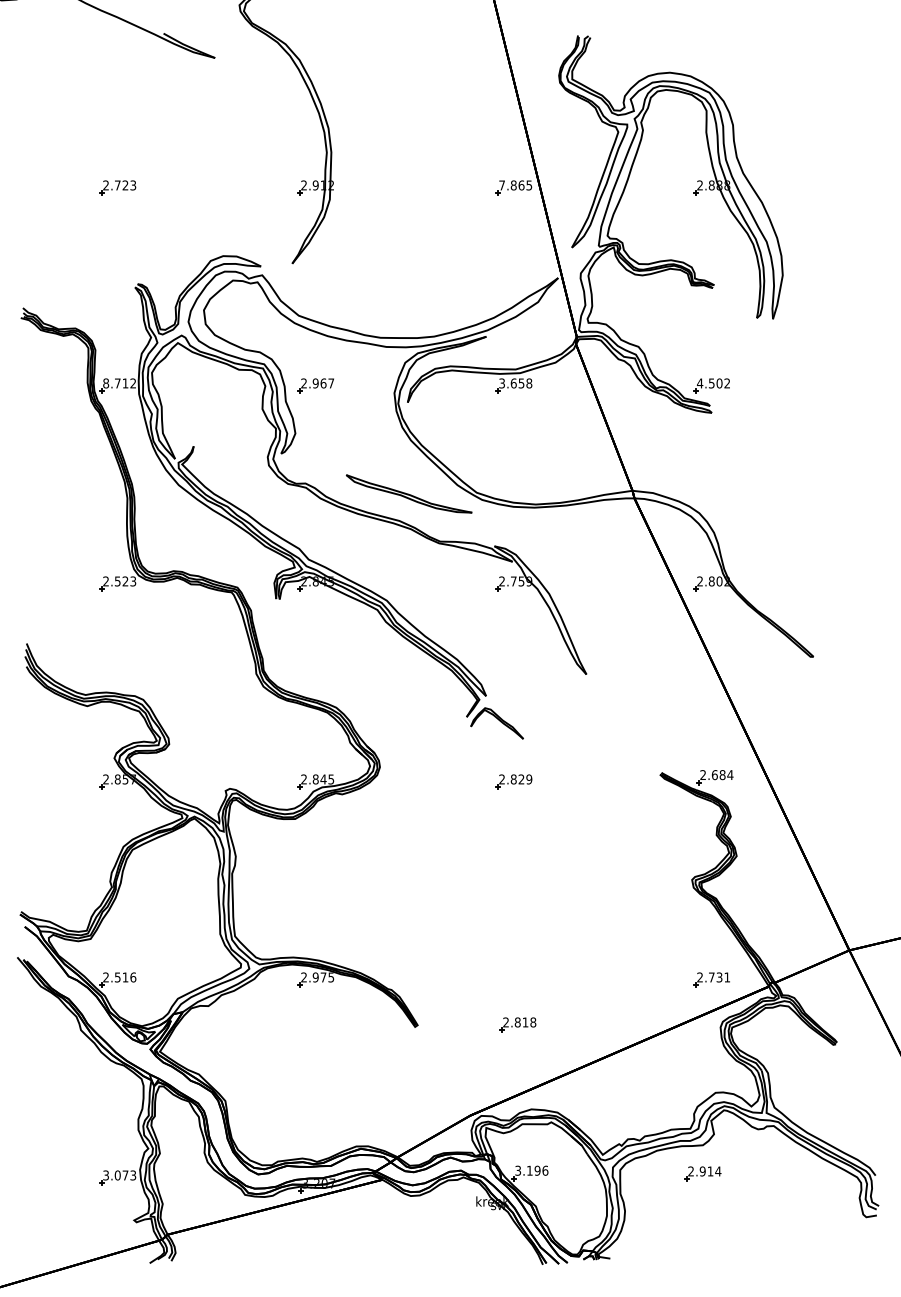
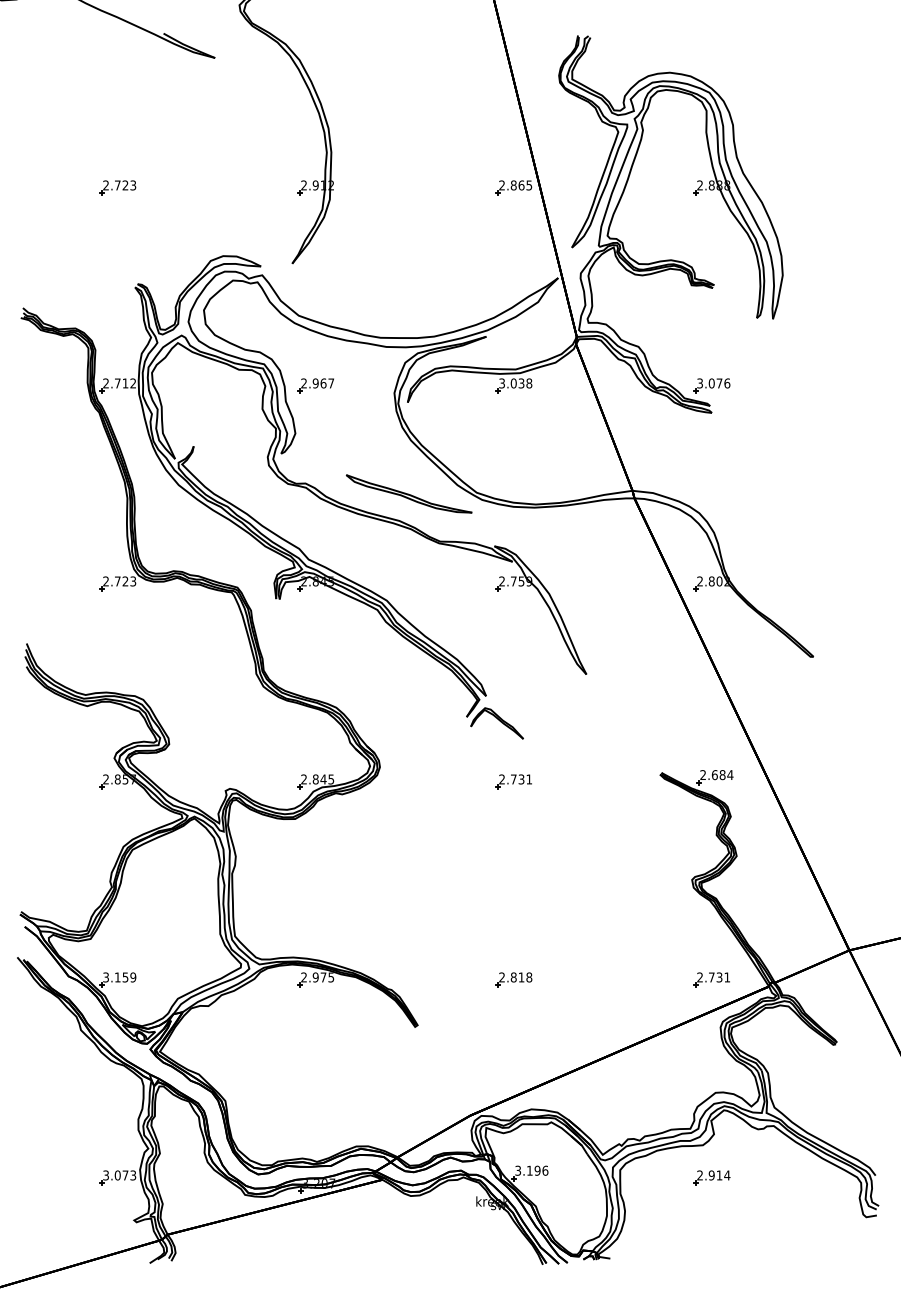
text at (501, 185): 7.865 -> 2.865
text at (106, 383): 8.712 -> 2.712
text at (517, 383): 3.658 -> 3.038
text at (713, 383): 4.502 -> 3.076
text at (117, 581): 2.523 -> 2.723
text at (521, 779): 2.829 -> 2.731
text at (119, 977): 2.516 -> 3.159
part at (517, 1024) position: (517, 1024) -> (513, 979)
part at (702, 1173) position: (702, 1173) -> (711, 1177)
